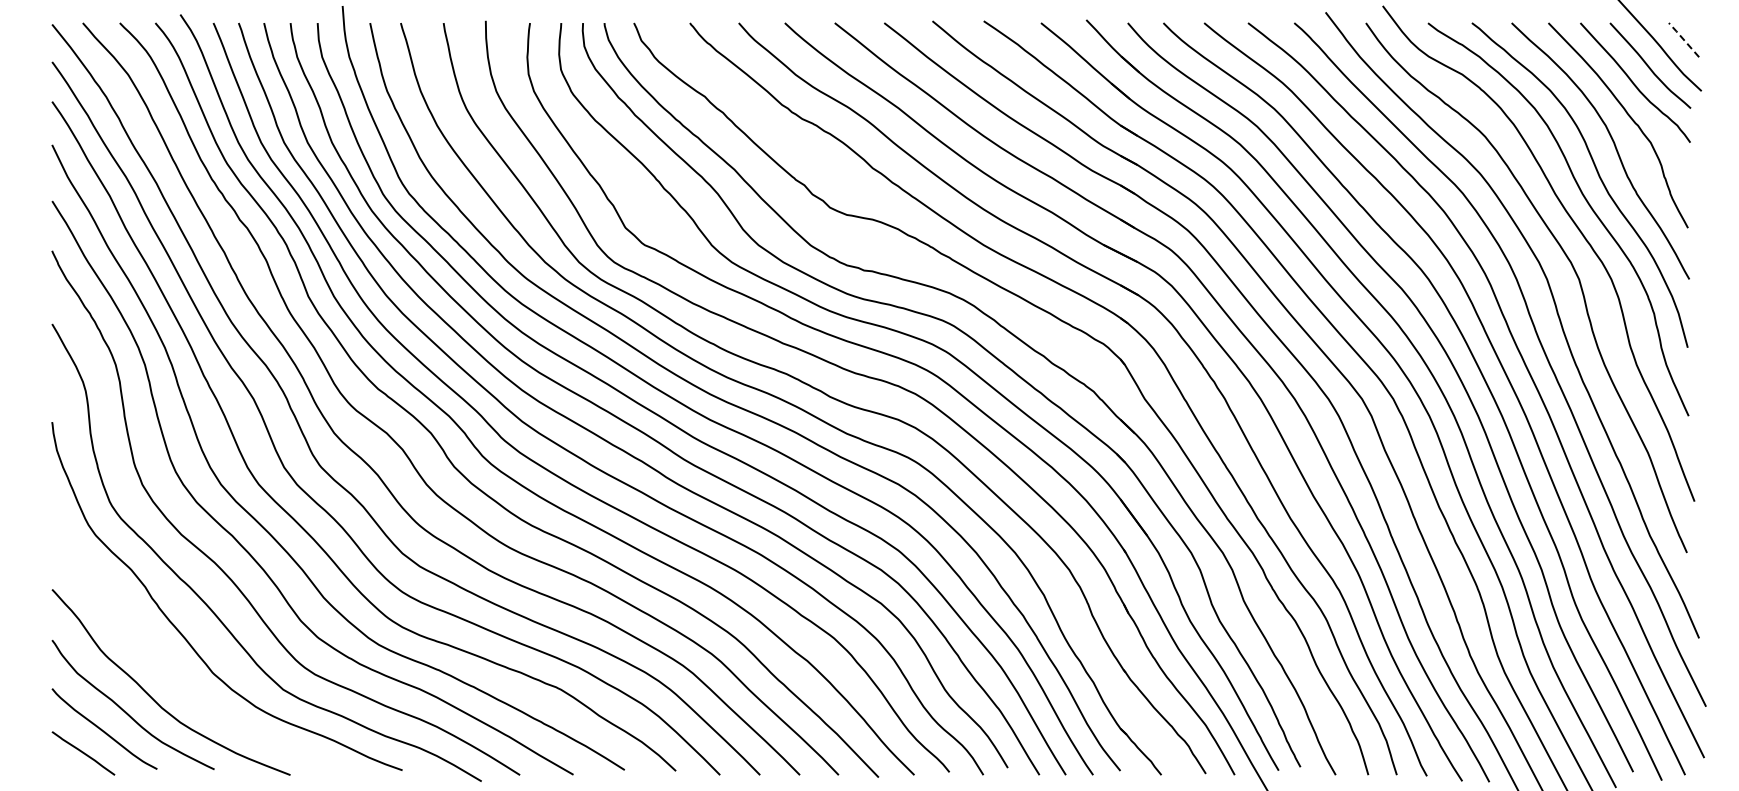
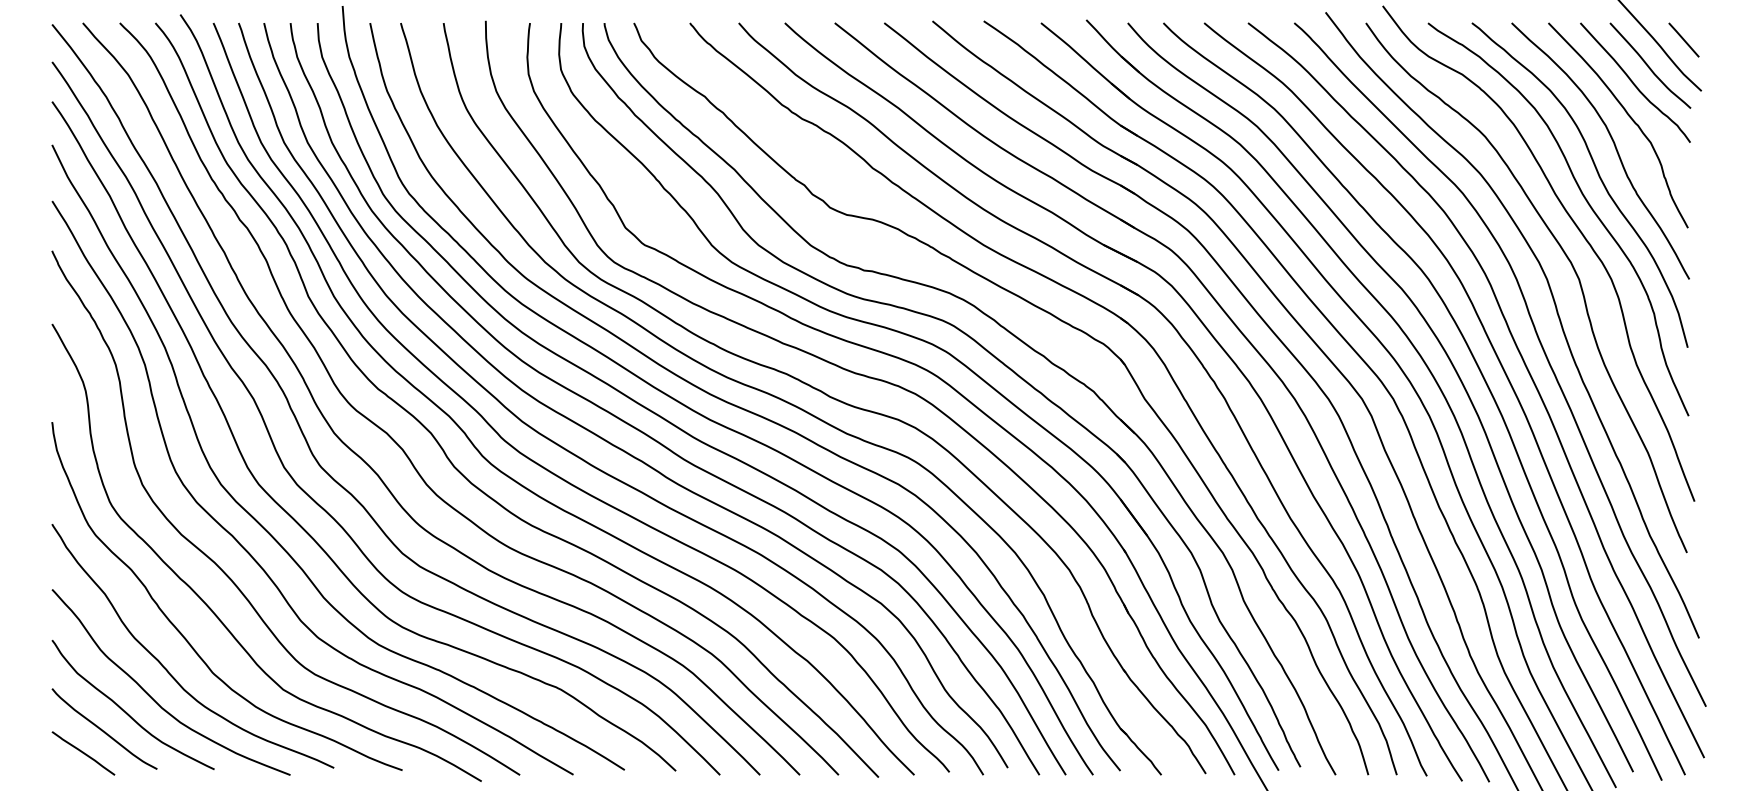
line at (1683, 39): dashed -> solid
curve at (168, 670): none -> present
